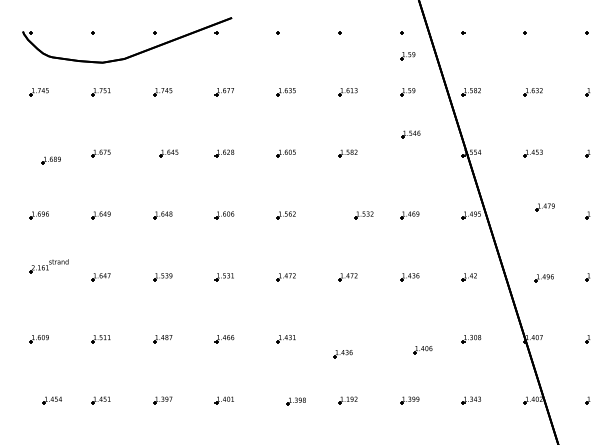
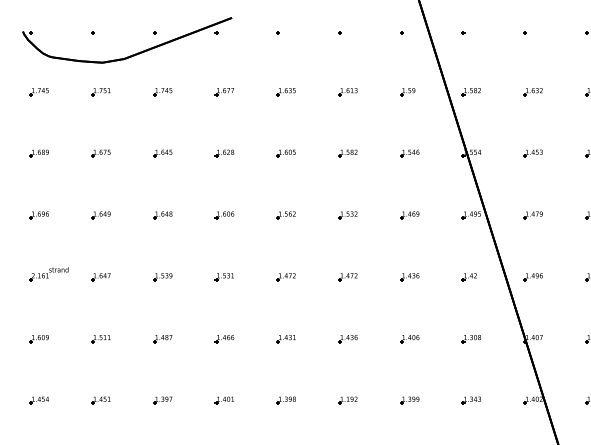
part at (407, 56): present -> none
part at (410, 134) position: (410, 134) -> (409, 153)
part at (168, 153) position: (168, 153) -> (162, 153)
part at (50, 160) position: (50, 160) -> (38, 153)
part at (544, 207) position: (544, 207) -> (532, 215)
part at (363, 215) position: (363, 215) -> (347, 215)
part at (48, 266) position: (48, 266) -> (48, 274)
part at (543, 278) position: (543, 278) -> (532, 277)
part at (422, 350) position: (422, 350) -> (409, 339)
part at (342, 354) position: (342, 354) -> (347, 339)
part at (51, 400) position: (51, 400) -> (38, 400)
part at (295, 401) position: (295, 401) -> (285, 400)
